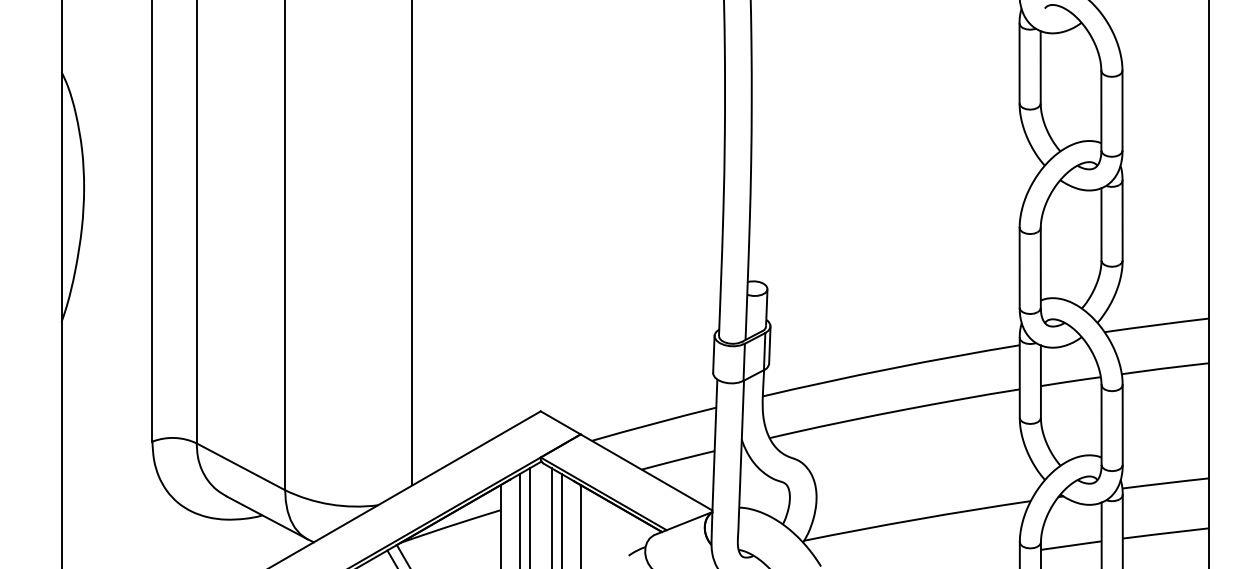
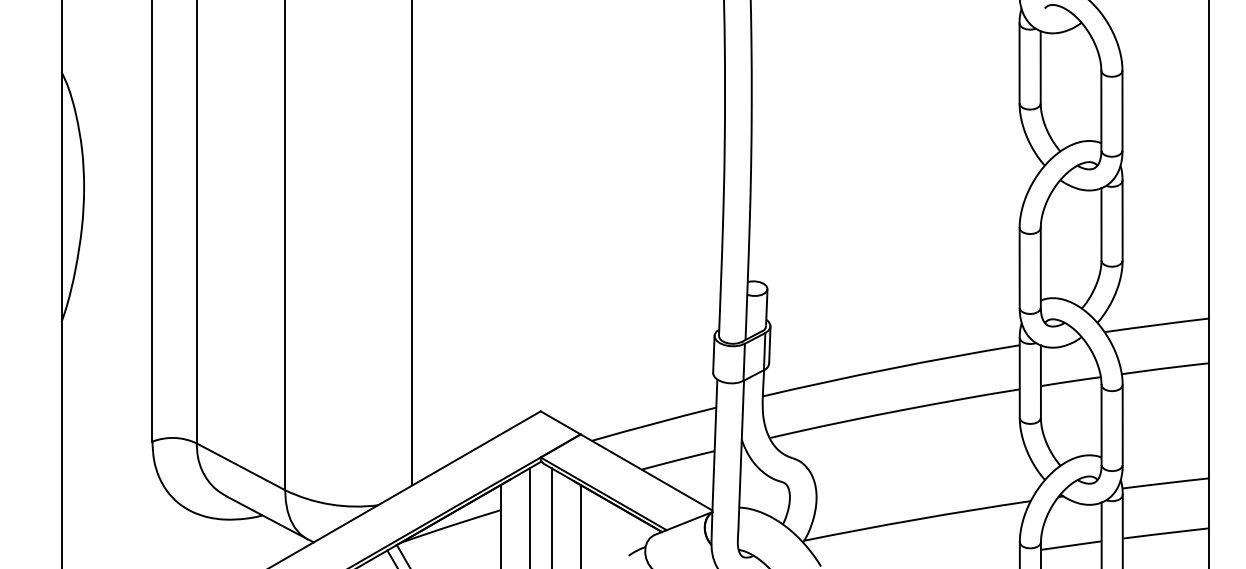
line at (519, 519): present -> none
line at (561, 519): present -> none
